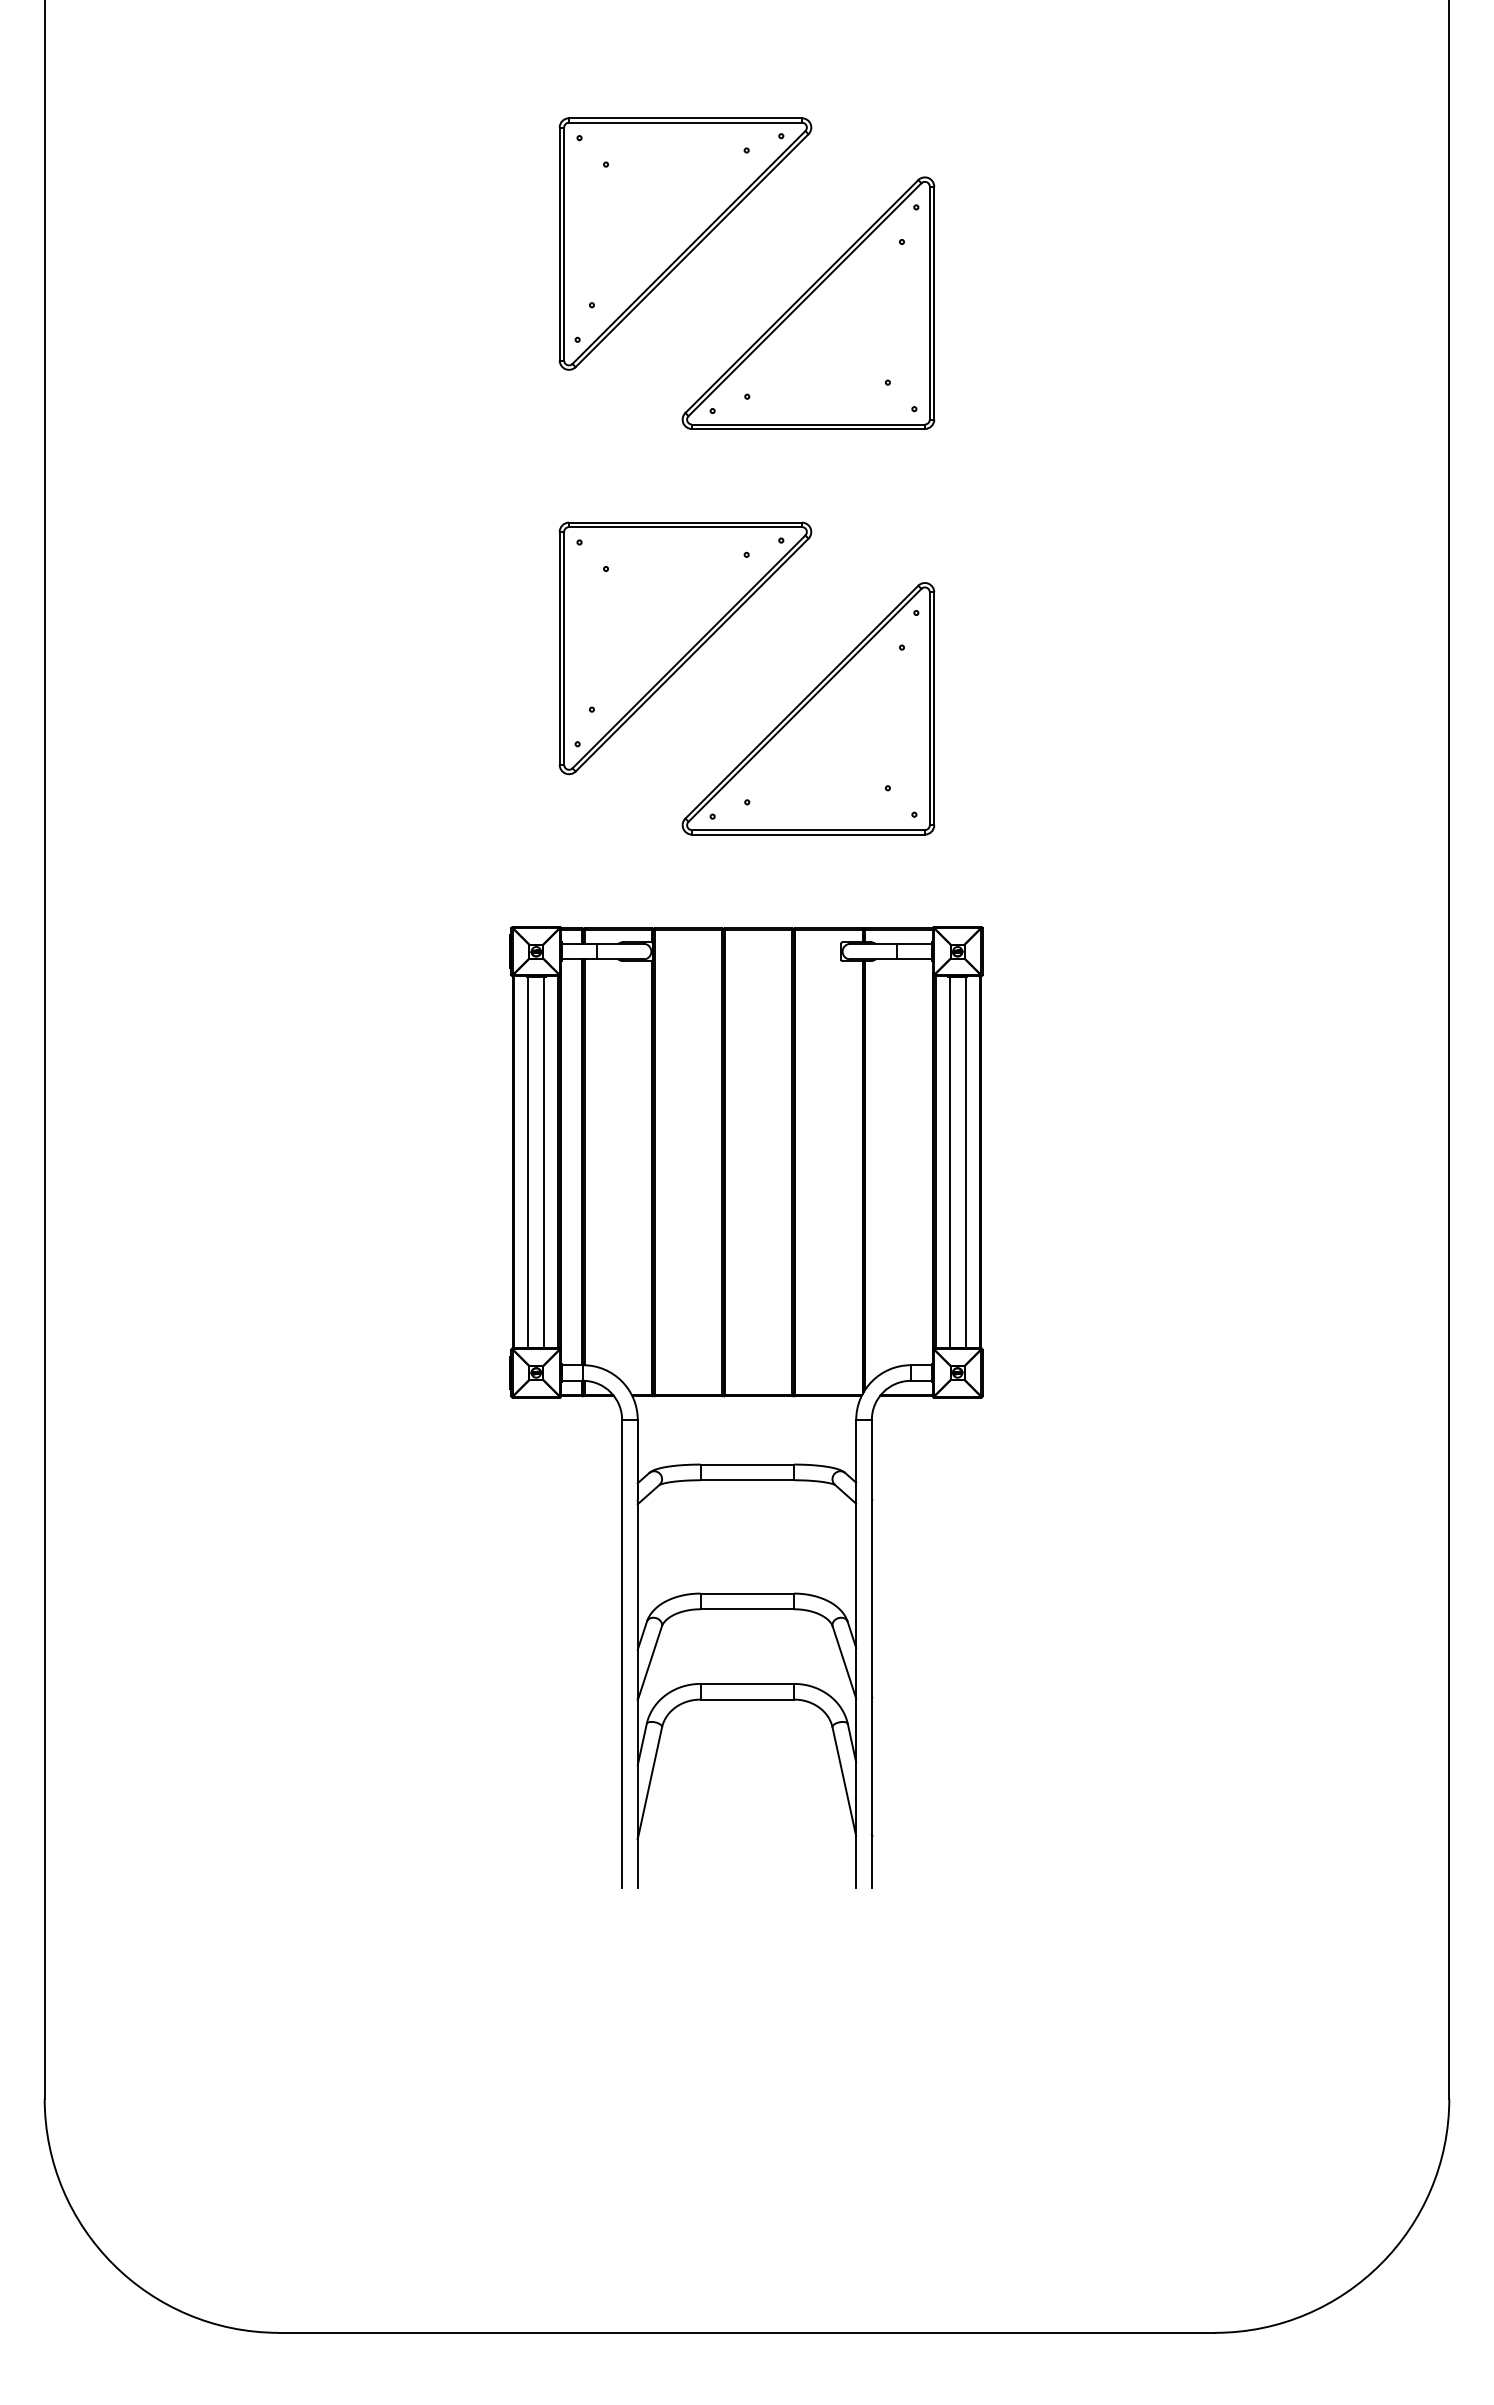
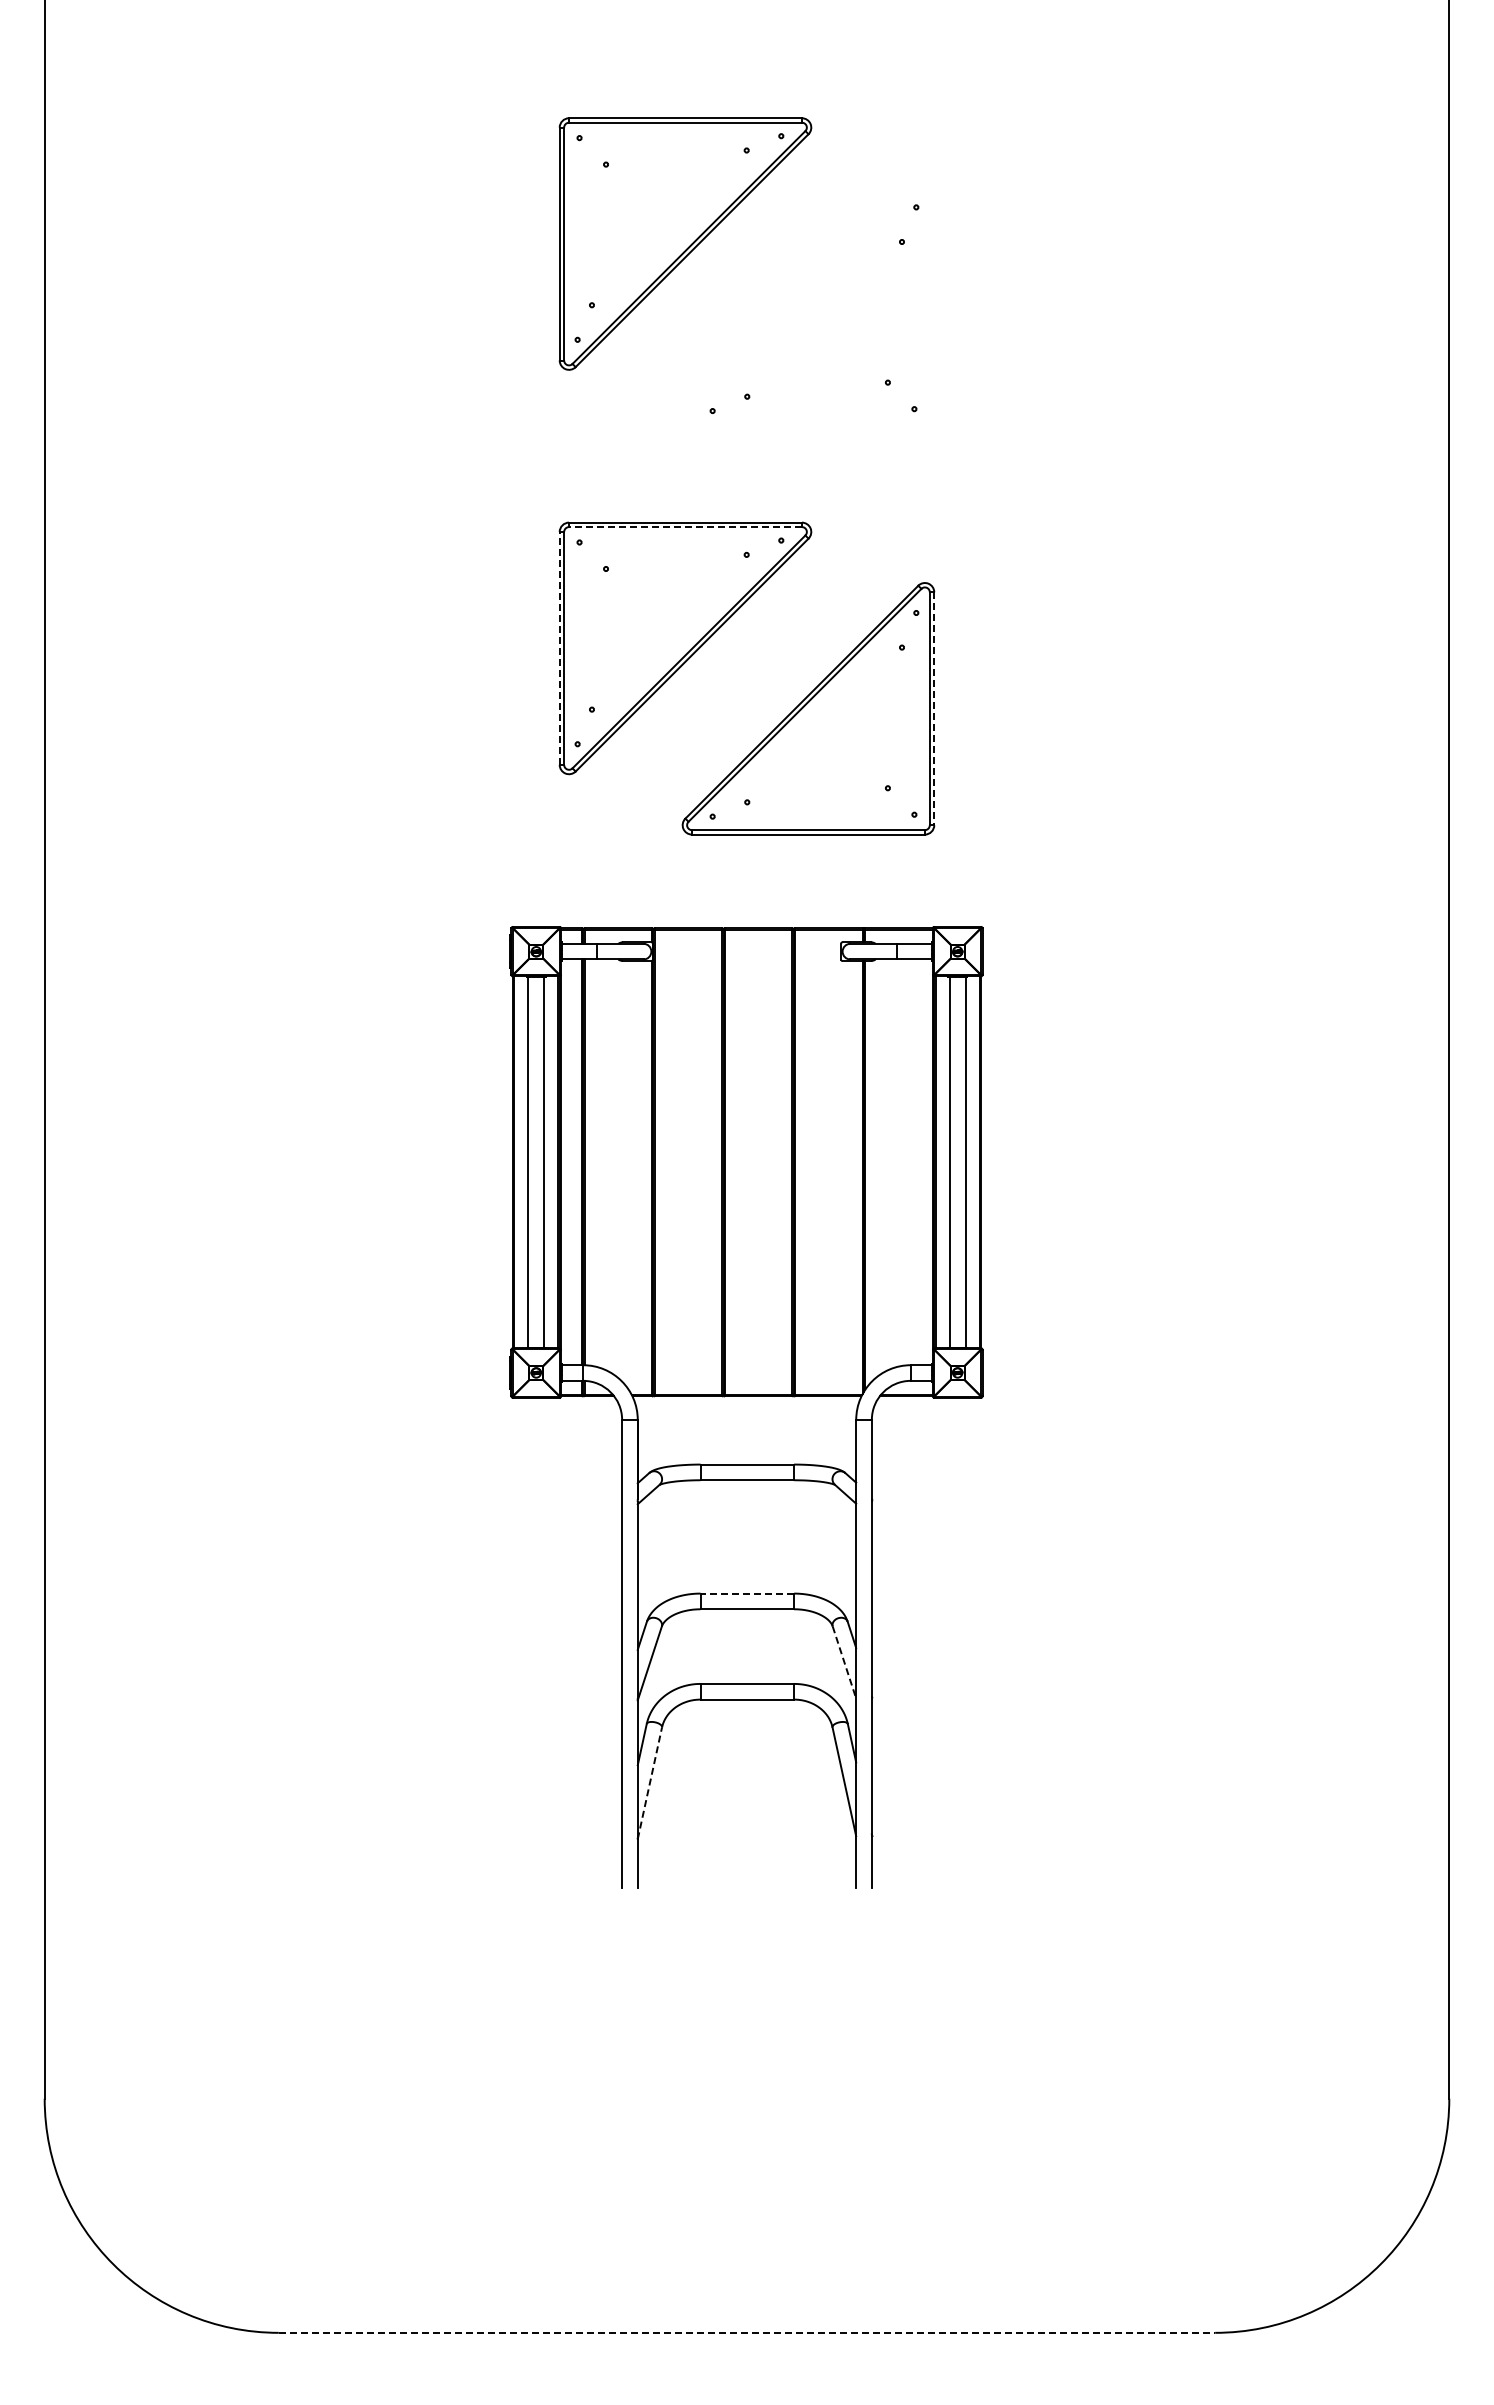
part at (808, 302): present -> none
line at (685, 527): solid -> dashed
line at (559, 647): solid -> dashed
line at (934, 709): solid -> dashed
line at (747, 1593): solid -> dashed
line at (844, 1662): solid -> dashed
line at (650, 1782): solid -> dashed
line at (747, 2332): solid -> dashed
